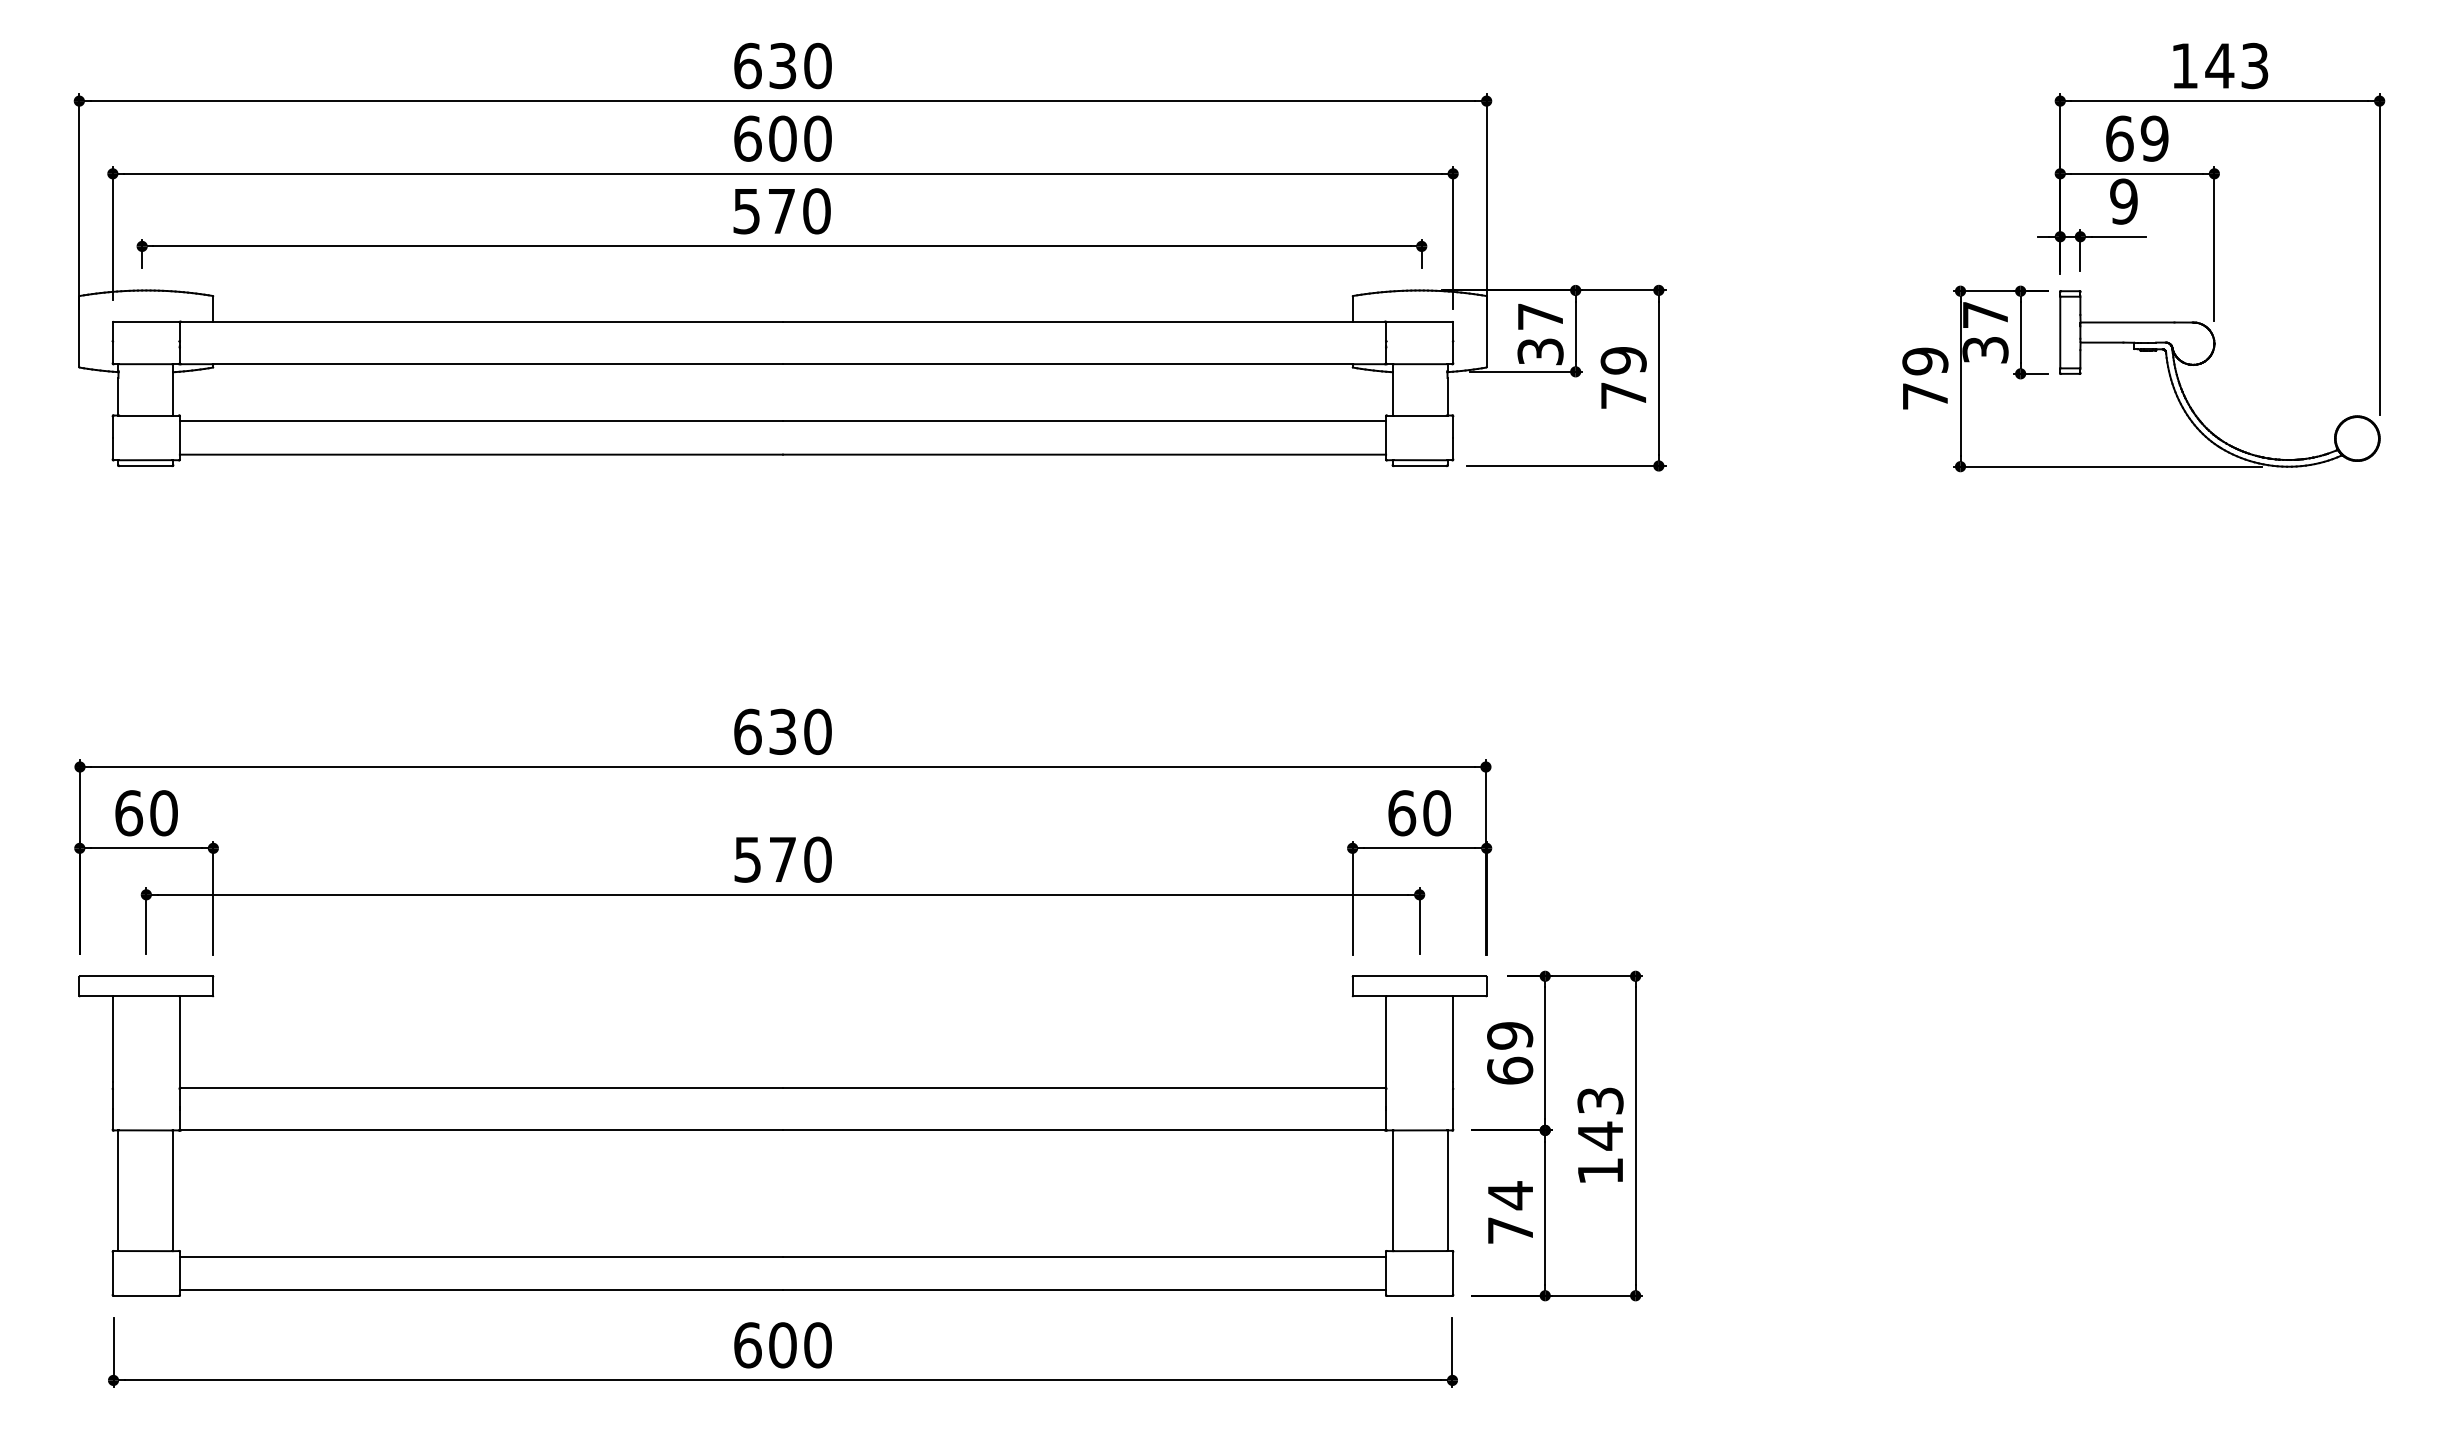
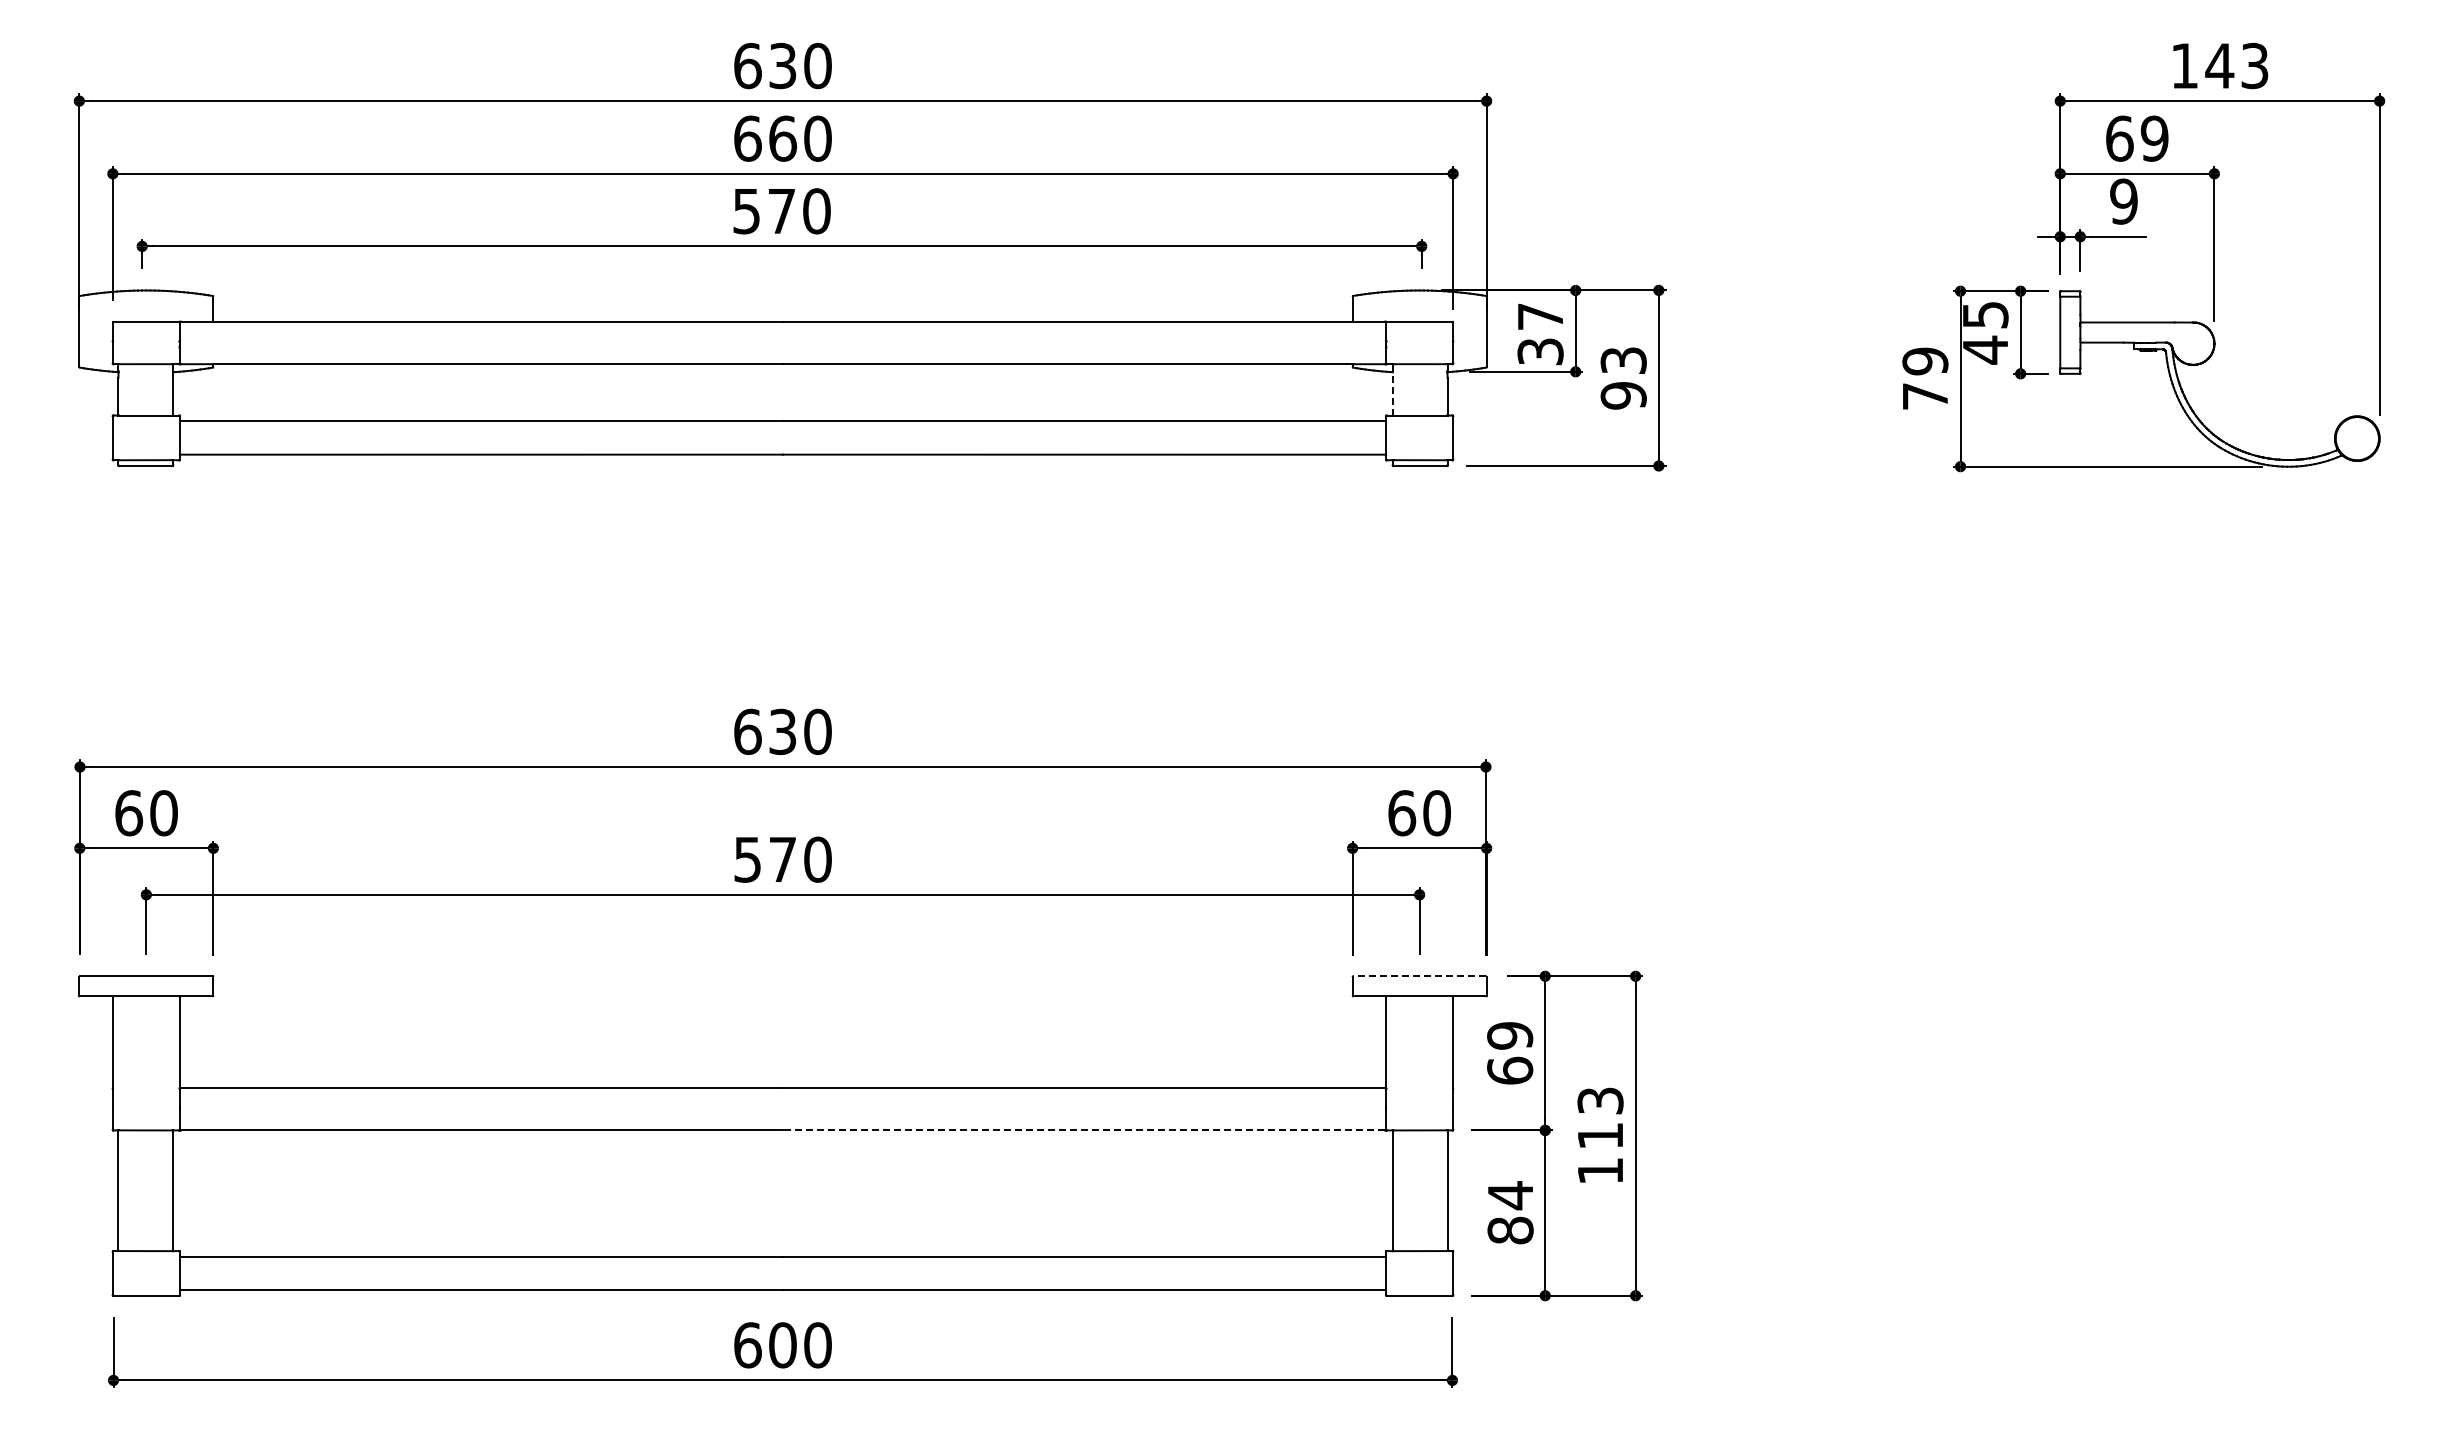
text at (782, 138): 600 -> 660
text at (1985, 333): 37 -> 45
text at (1623, 378): 79 -> 93
line at (1392, 393): solid -> dashed
line at (1419, 976): solid -> dashed
line at (1083, 1130): solid -> dashed
text at (1600, 1135): 143 -> 113
text at (1510, 1230): 74 -> 84
